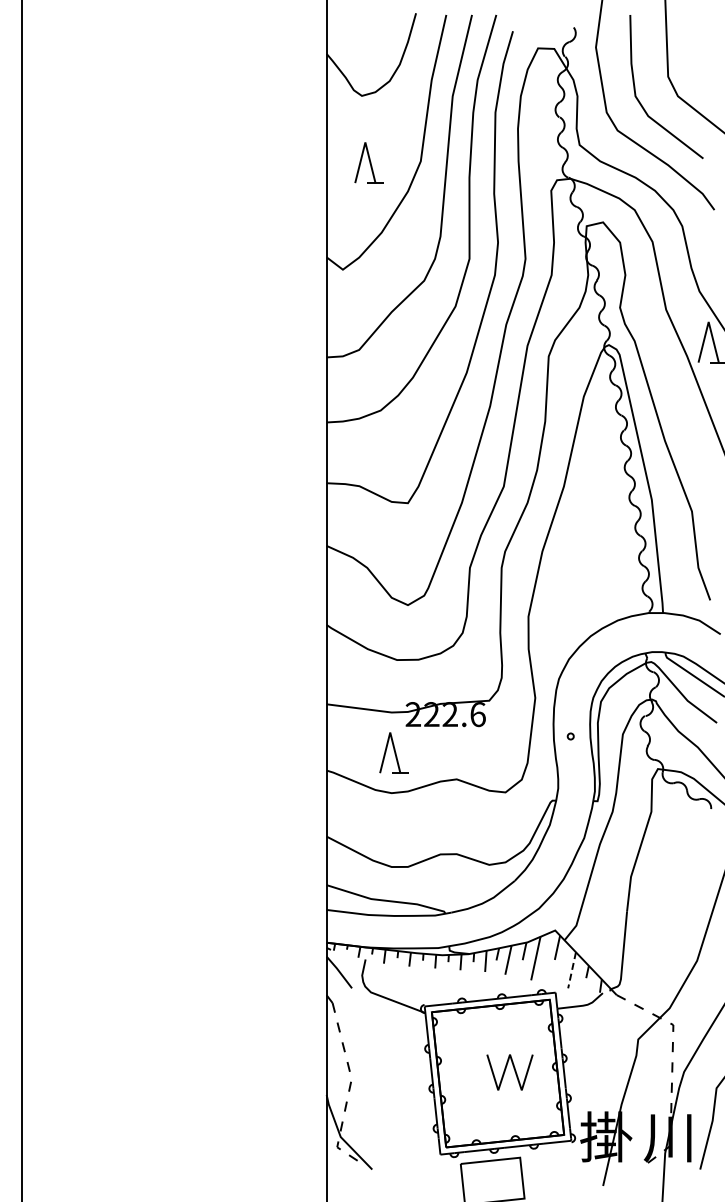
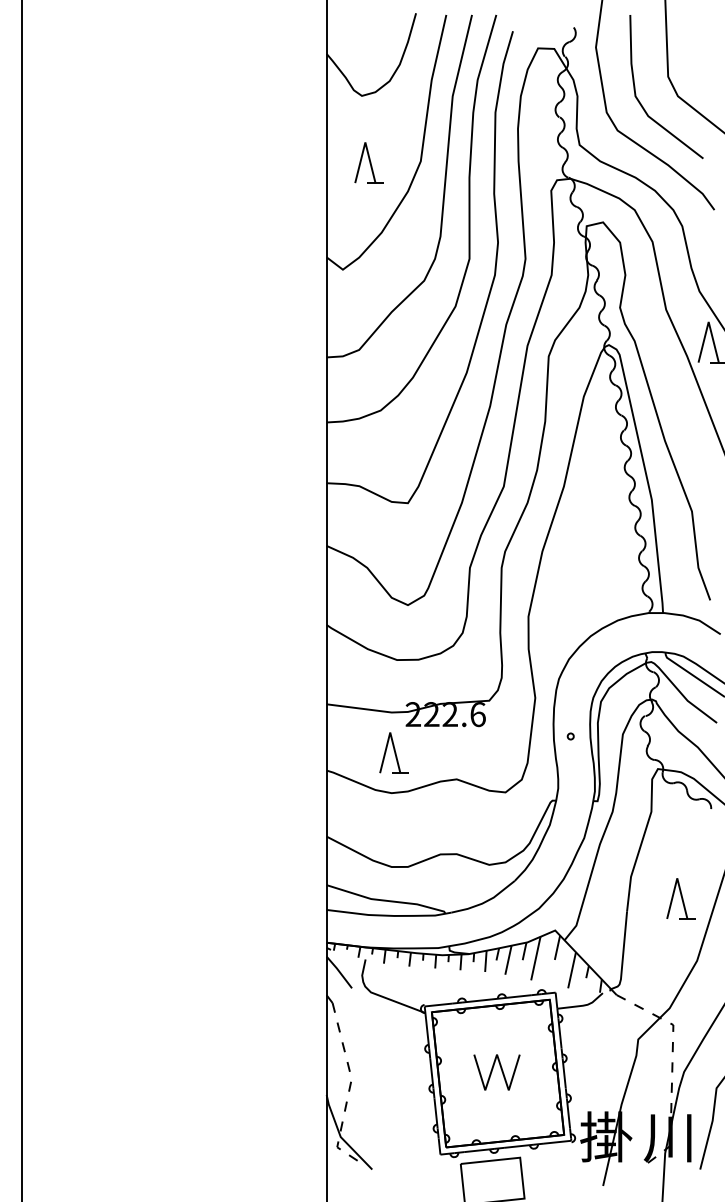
part at (680, 898): none -> present
line at (571, 970): dashed -> solid
part at (509, 1072) position: (509, 1072) -> (496, 1072)
